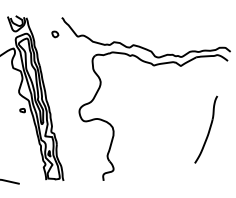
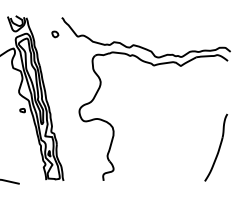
part at (206, 129) position: (206, 129) -> (216, 147)
